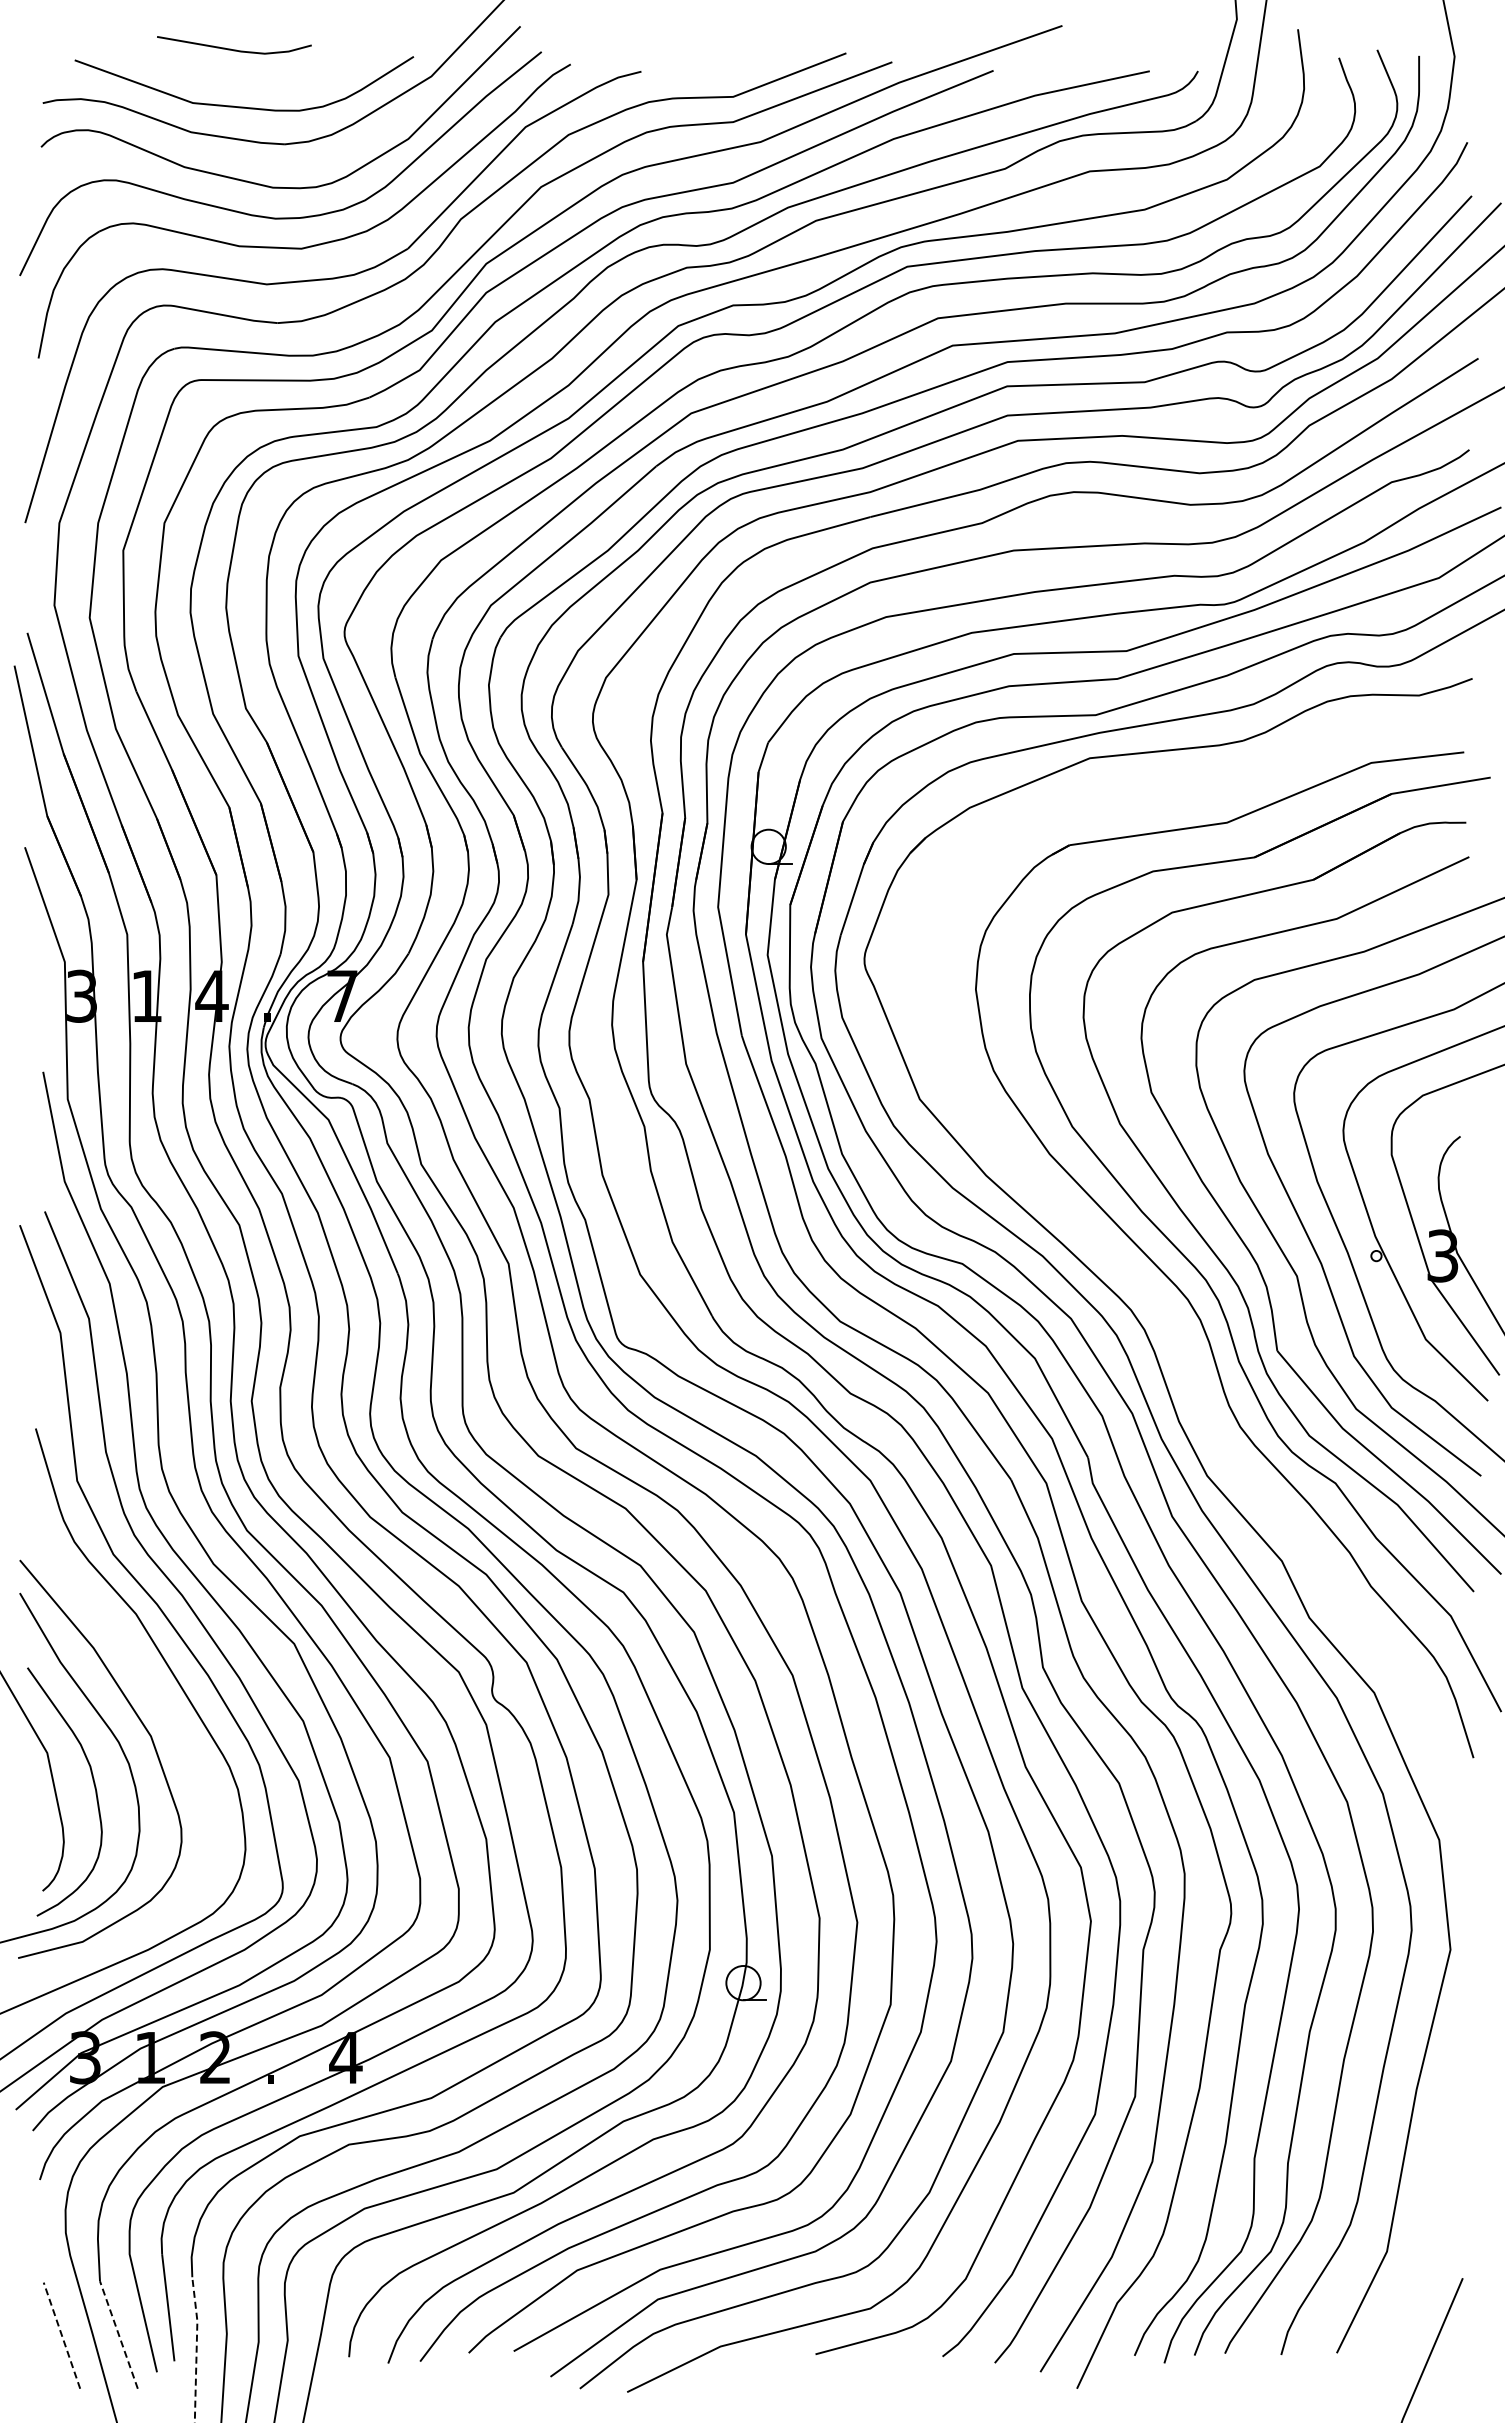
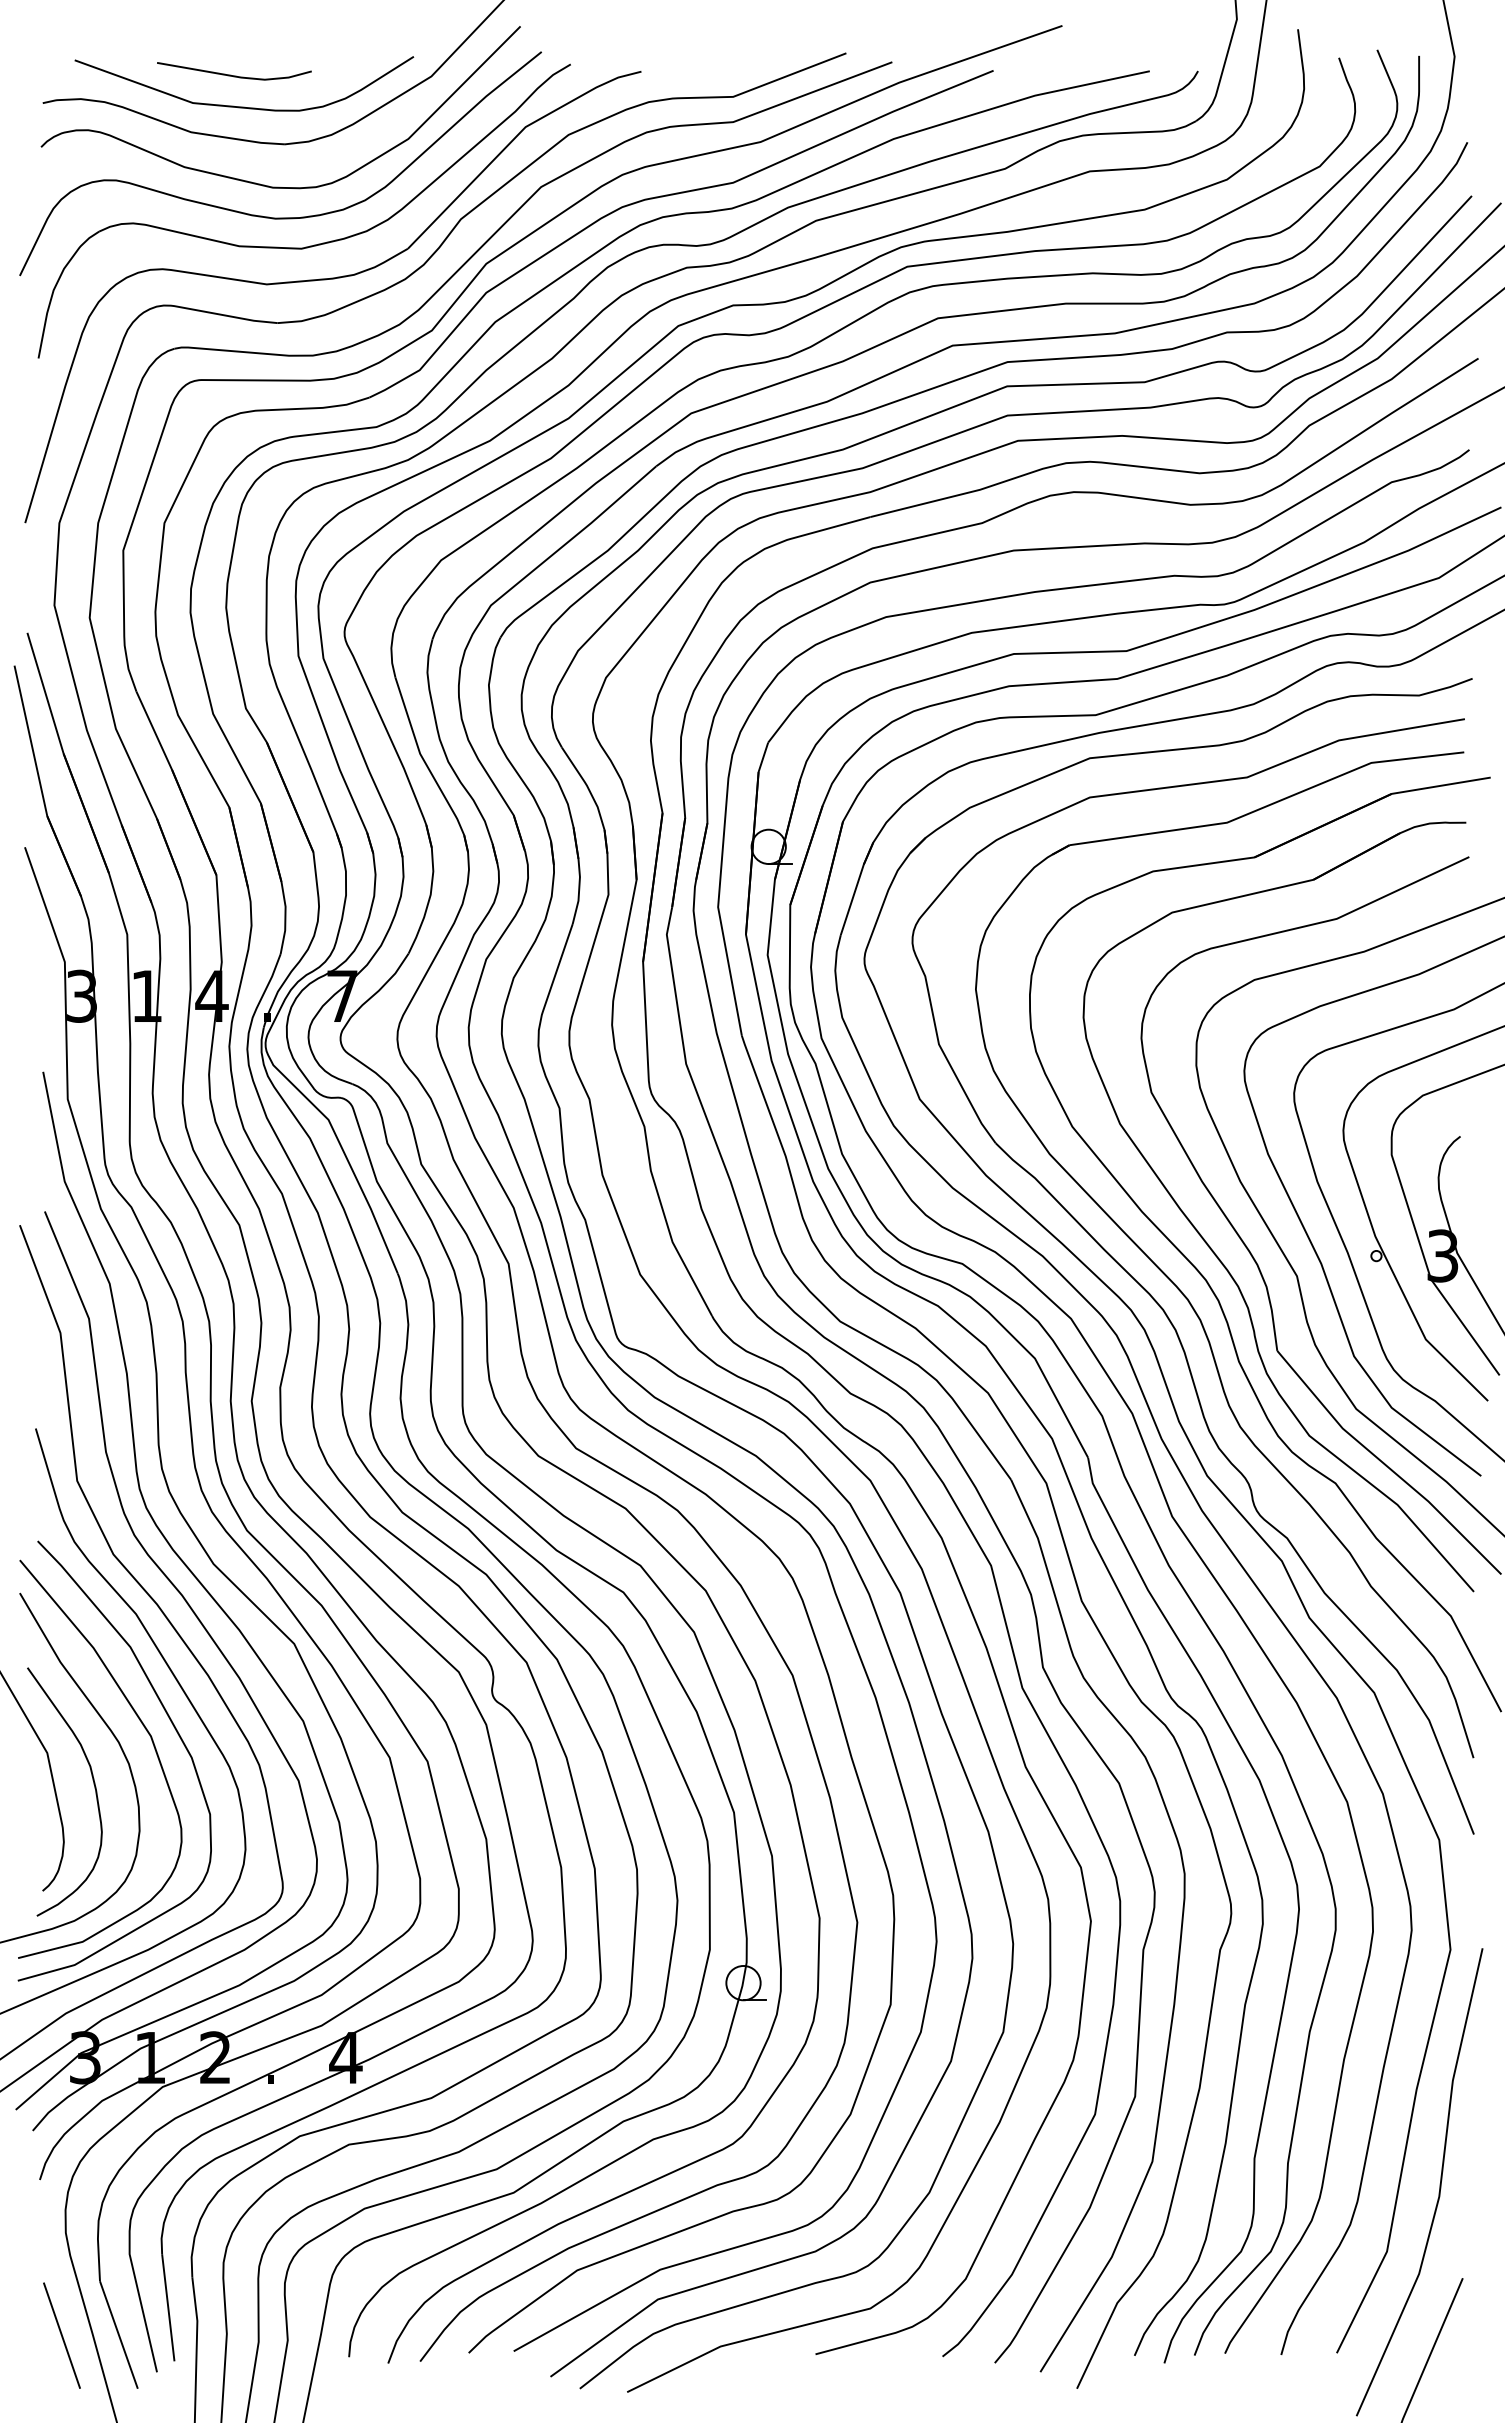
line at (234, 49) position: (234, 49) -> (234, 75)
part at (1158, 1302): none -> present
curve at (173, 1727): none -> present
line at (1439, 2184): none -> present
line at (118, 2334): dashed -> solid
line at (61, 2335): dashed -> solid
line at (196, 2348): dashed -> solid
